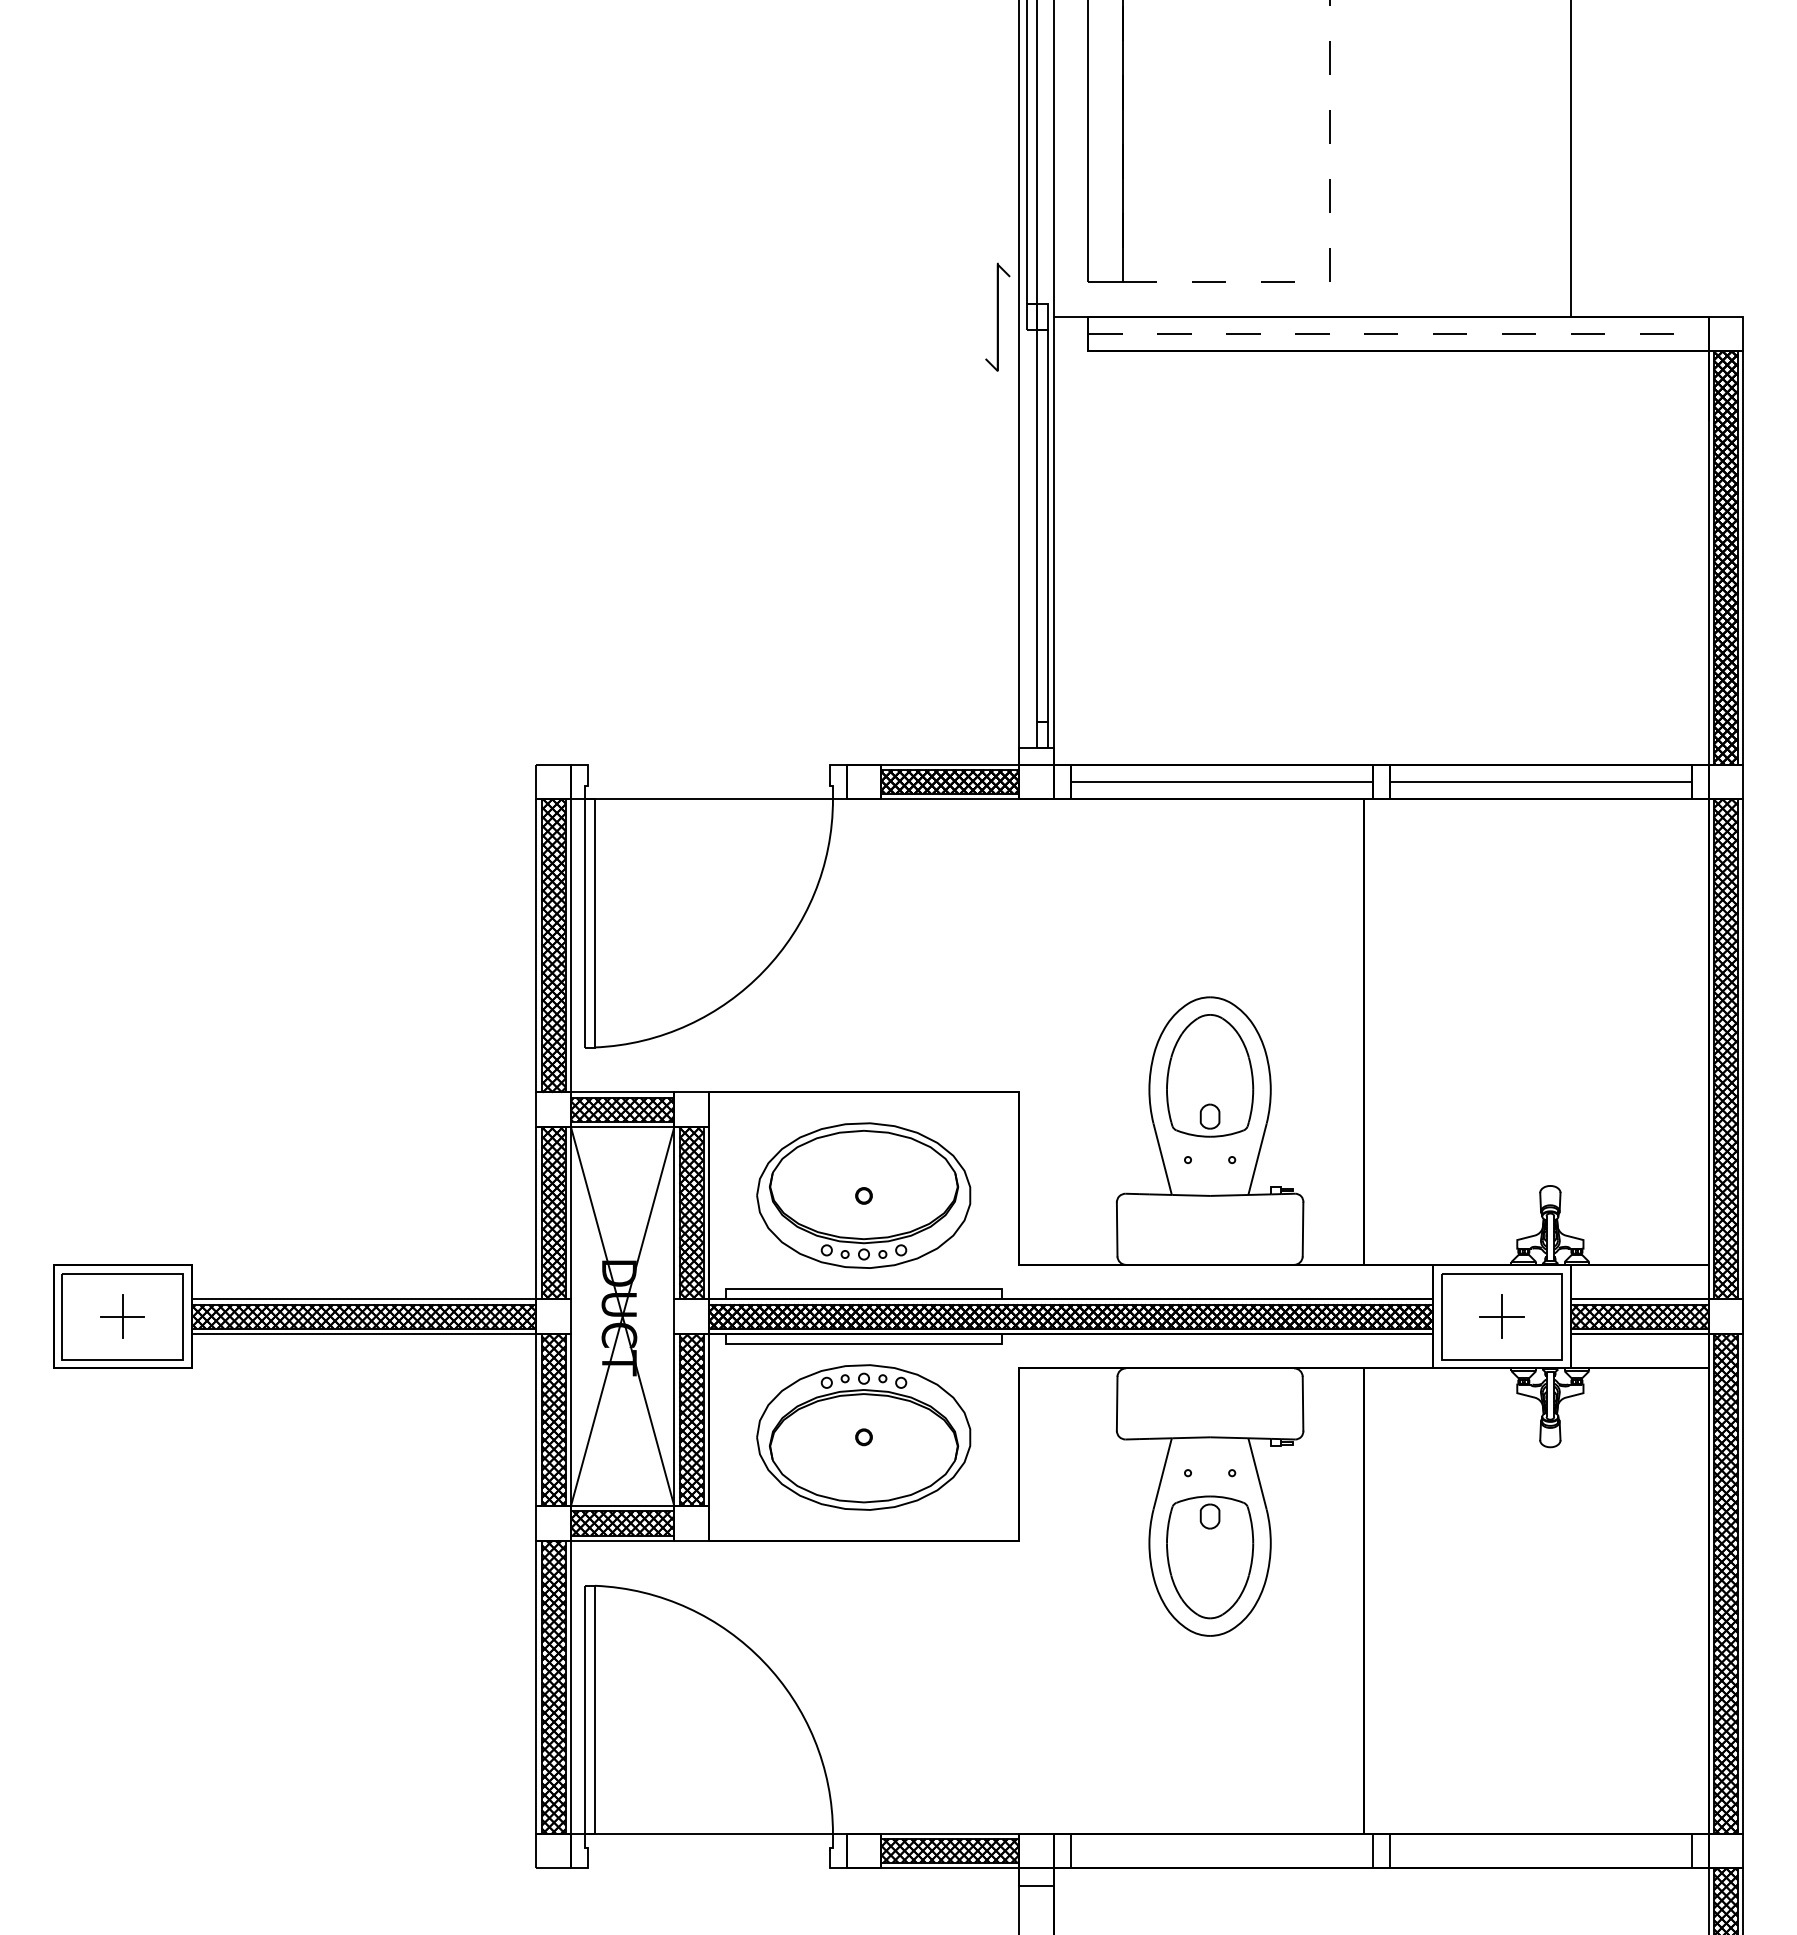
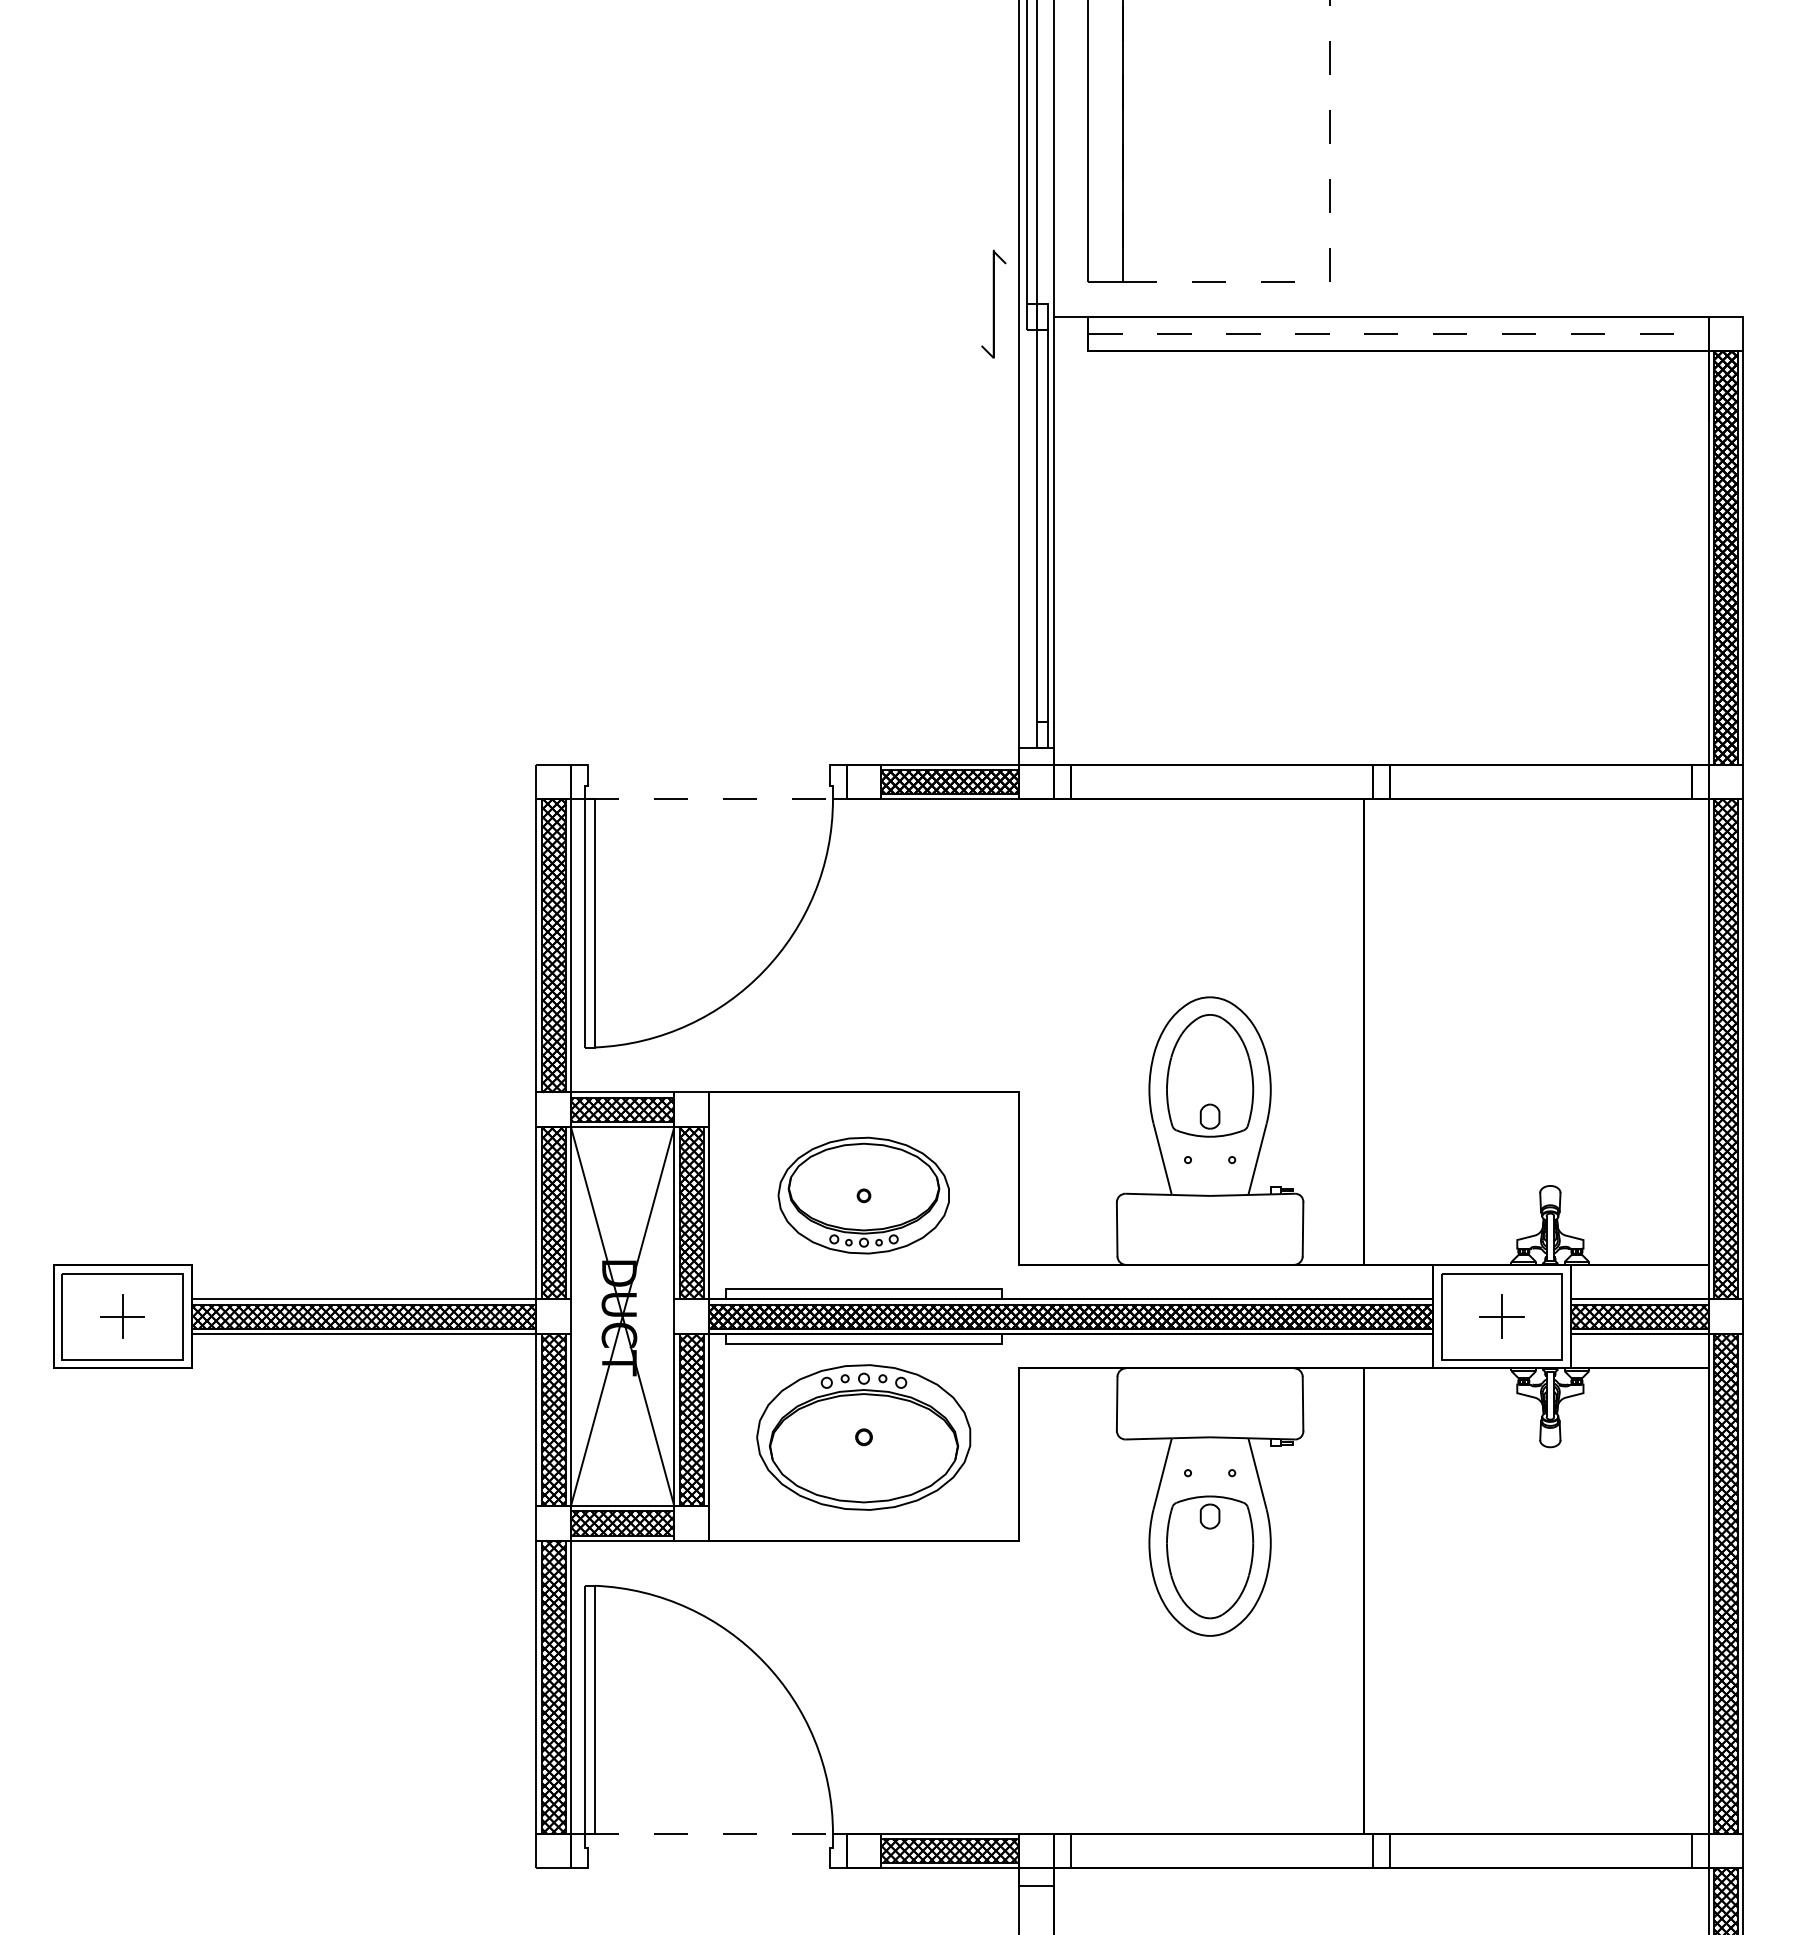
line at (1570, 159): present -> none
part at (997, 316) position: (997, 316) -> (993, 303)
line at (1221, 782): present -> none
line at (1540, 782): present -> none
line at (709, 799): solid -> dashed
part at (863, 1195) size: 216x147 px -> 173x119 px
line at (709, 1833): solid -> dashed
